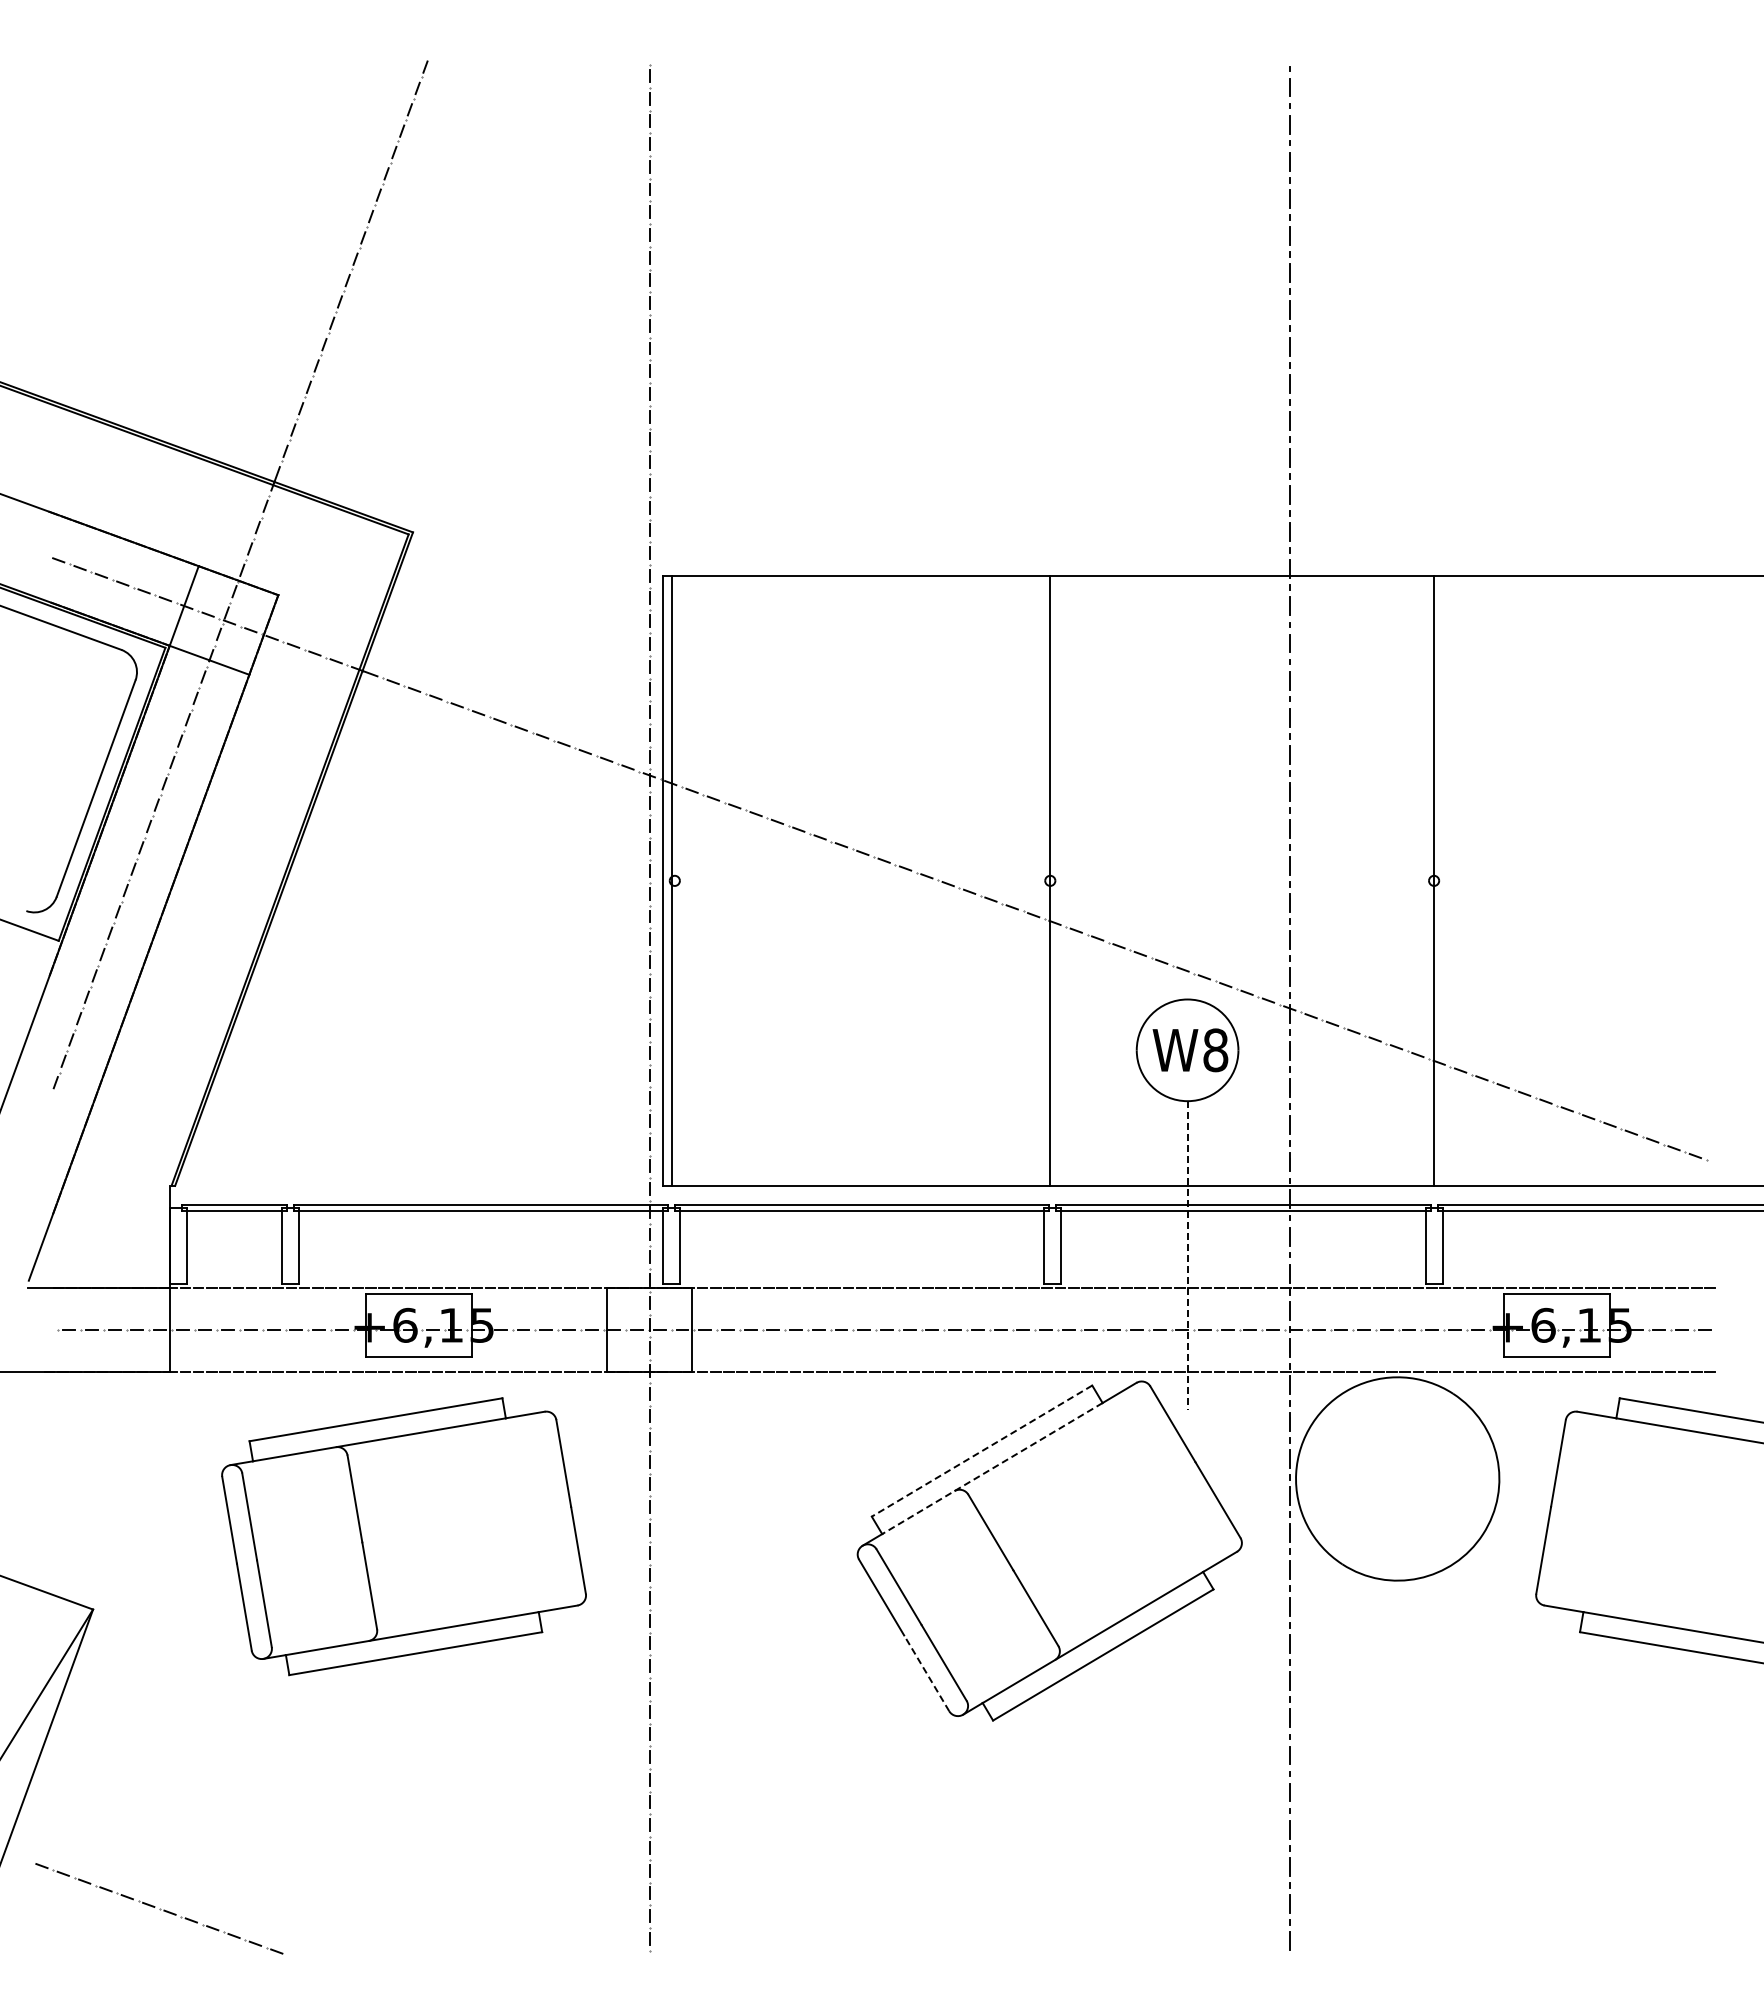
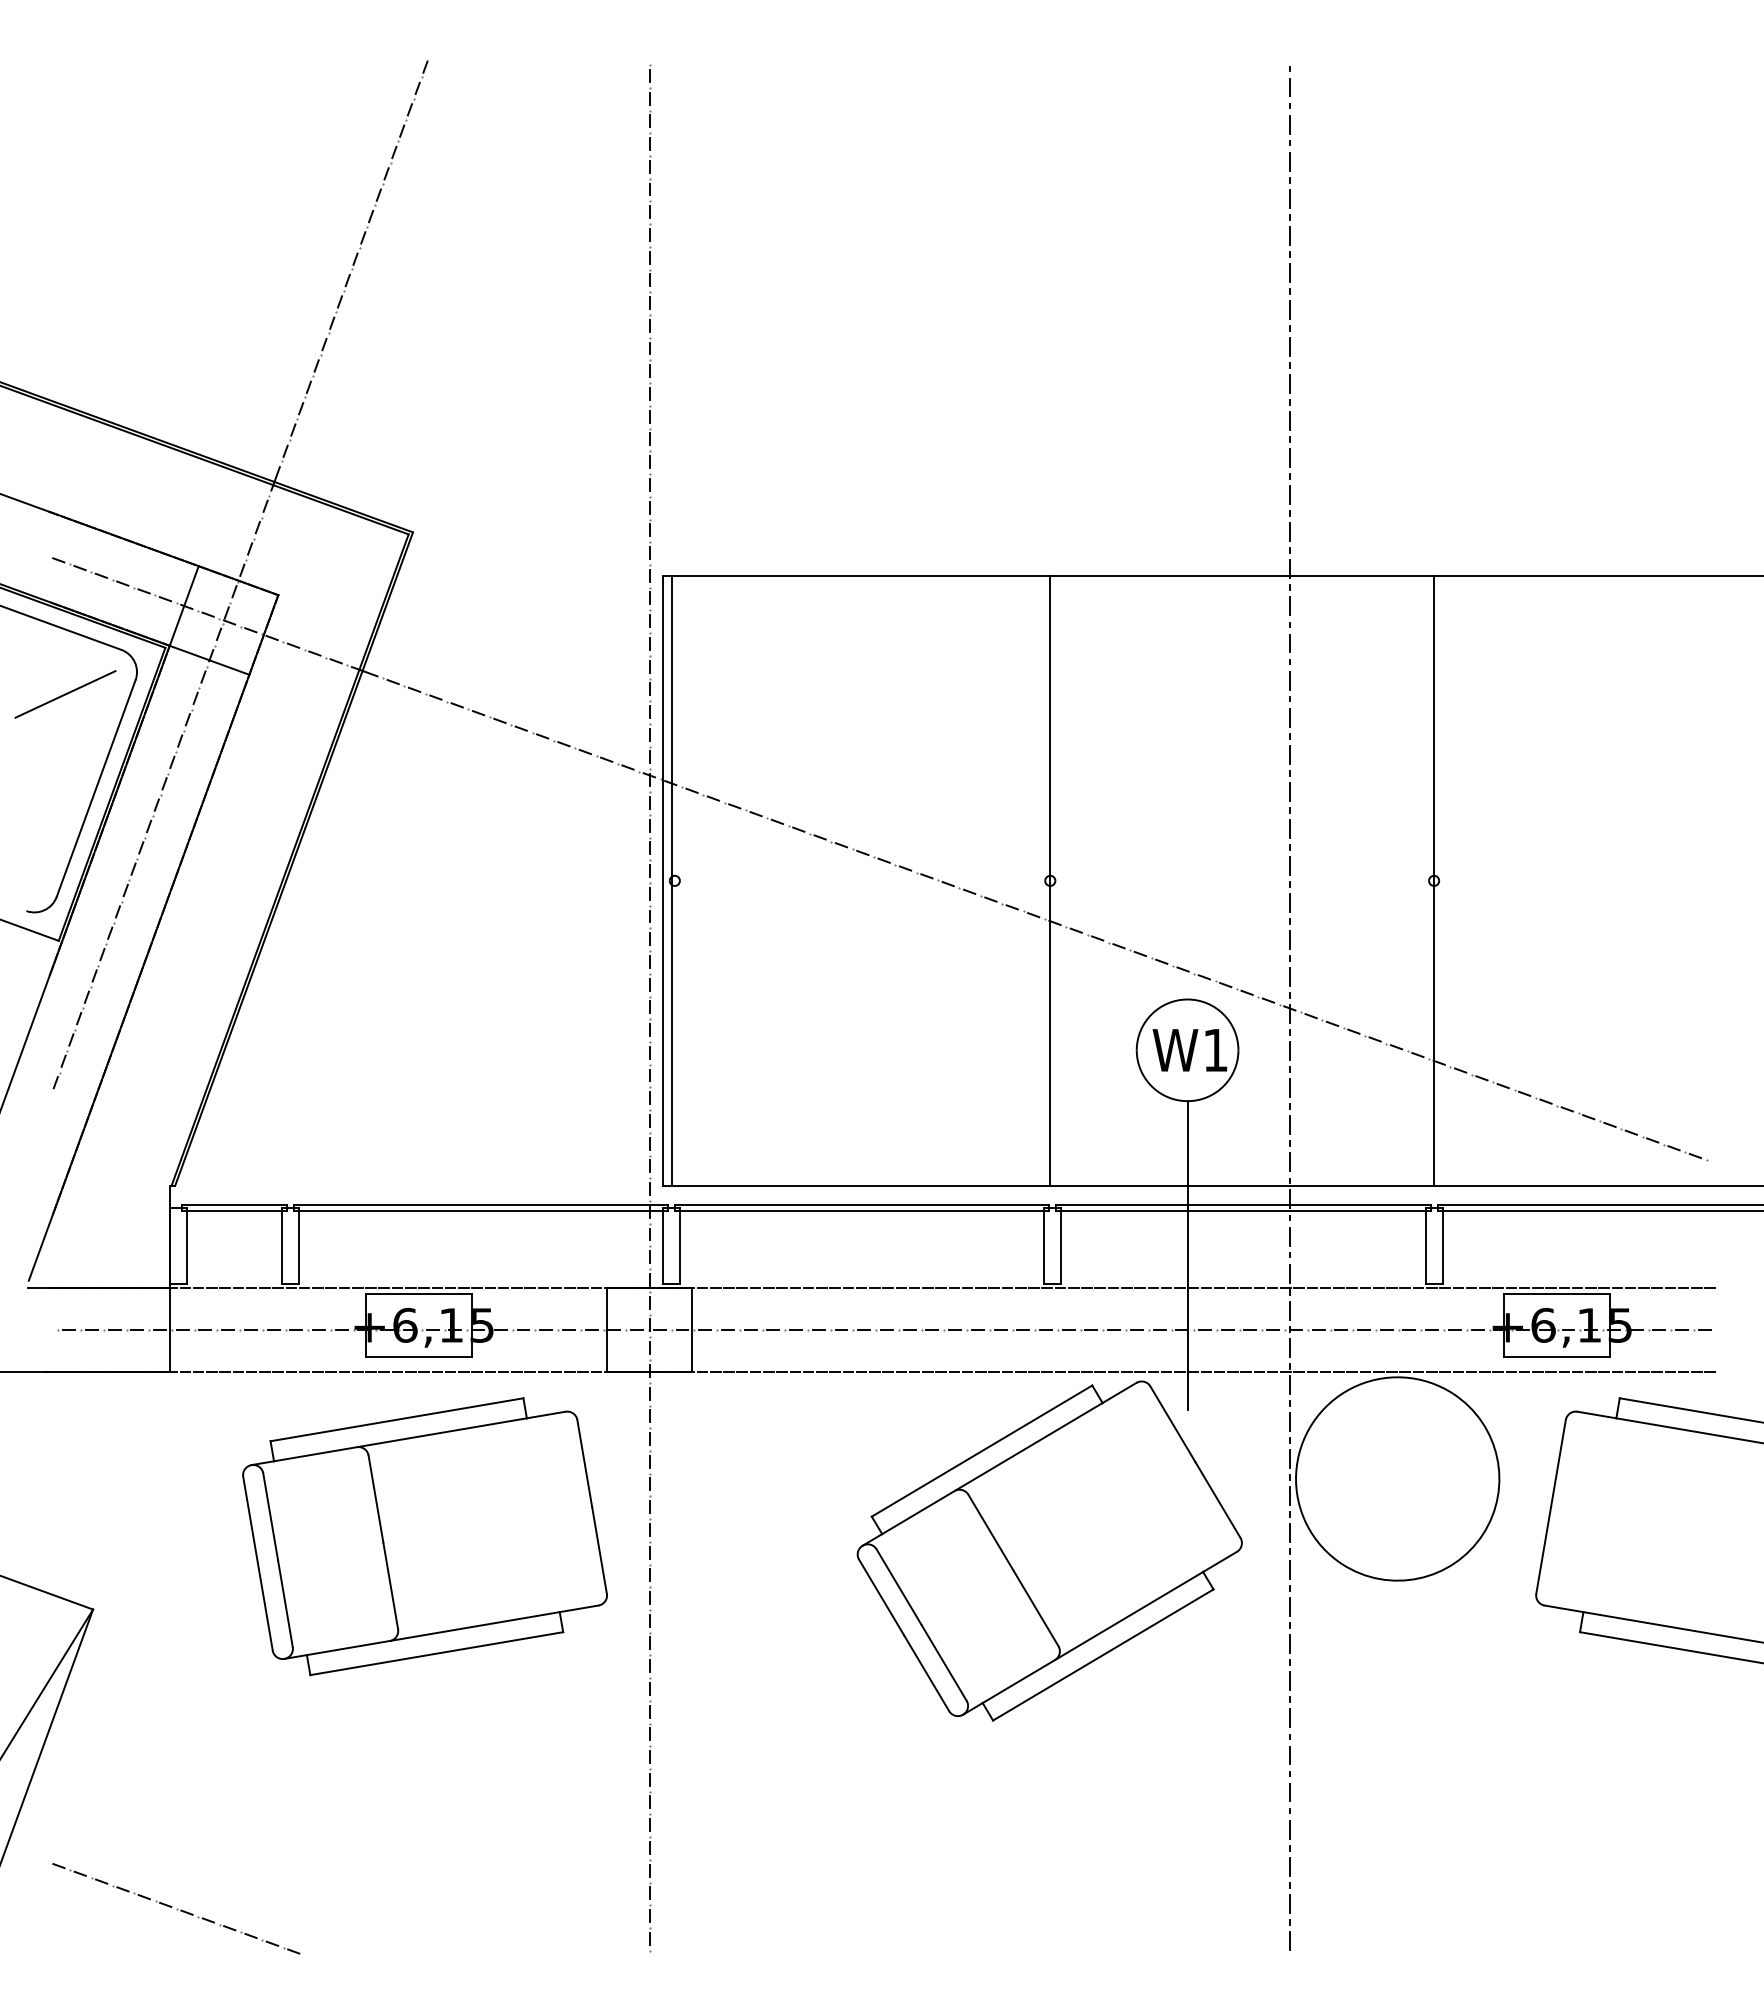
line at (65, 694): none -> present
text at (1215, 1050): W8 -> W1
line at (1187, 1255): dashed -> solid
line at (981, 1451): dashed -> solid
line at (992, 1468): dashed -> solid
part at (403, 1536) position: (403, 1536) -> (424, 1536)
line at (926, 1672): dashed -> solid
part at (159, 1908) position: (159, 1908) -> (176, 1908)
